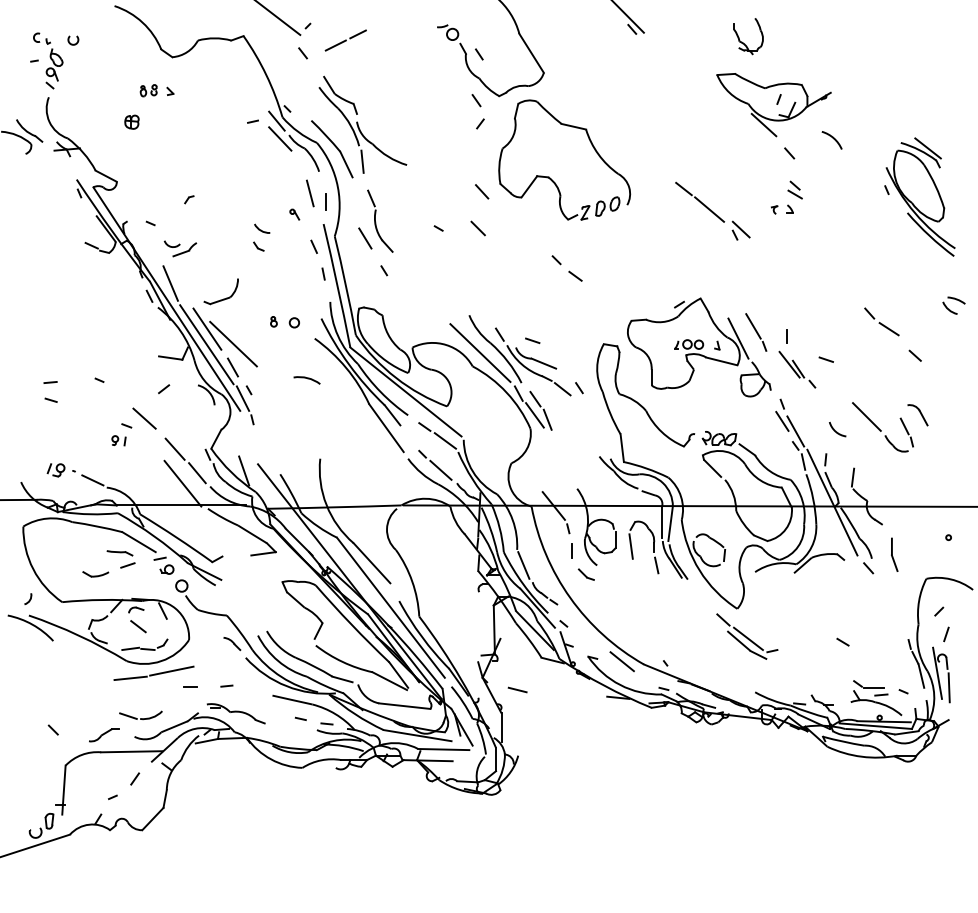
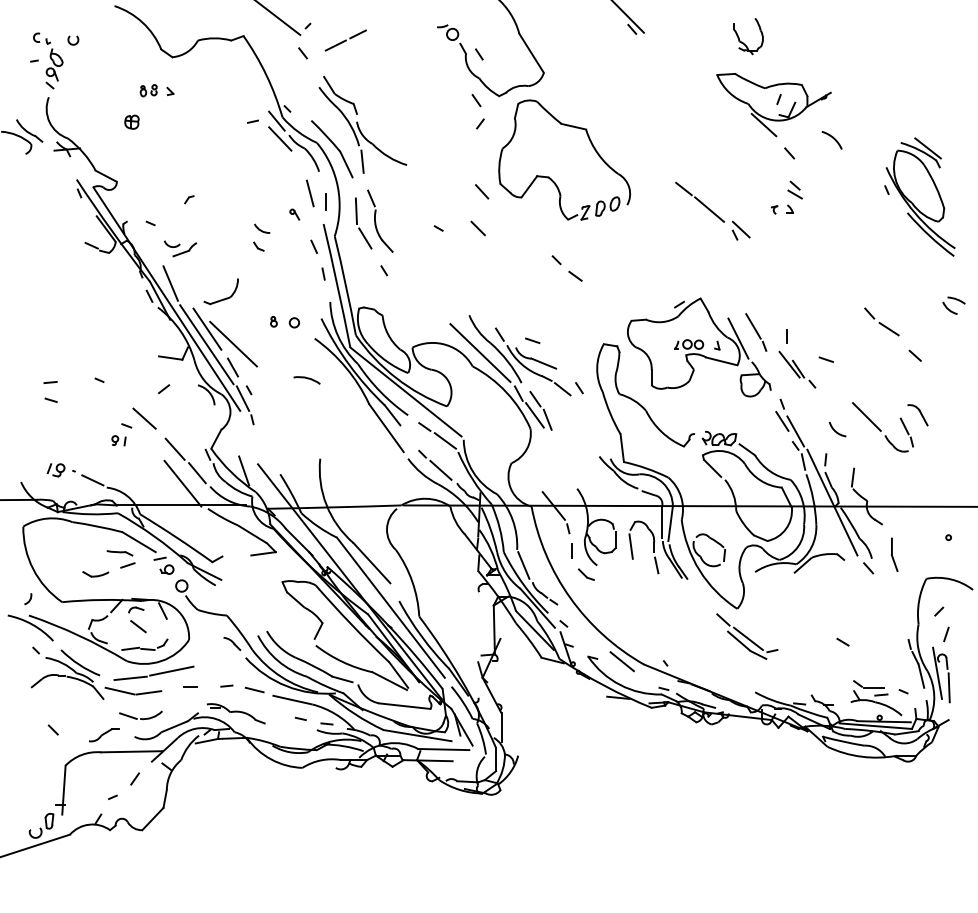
line at (356, 211): none -> present
part at (96, 672): none -> present
line at (517, 689) position: (517, 689) -> (254, 689)
